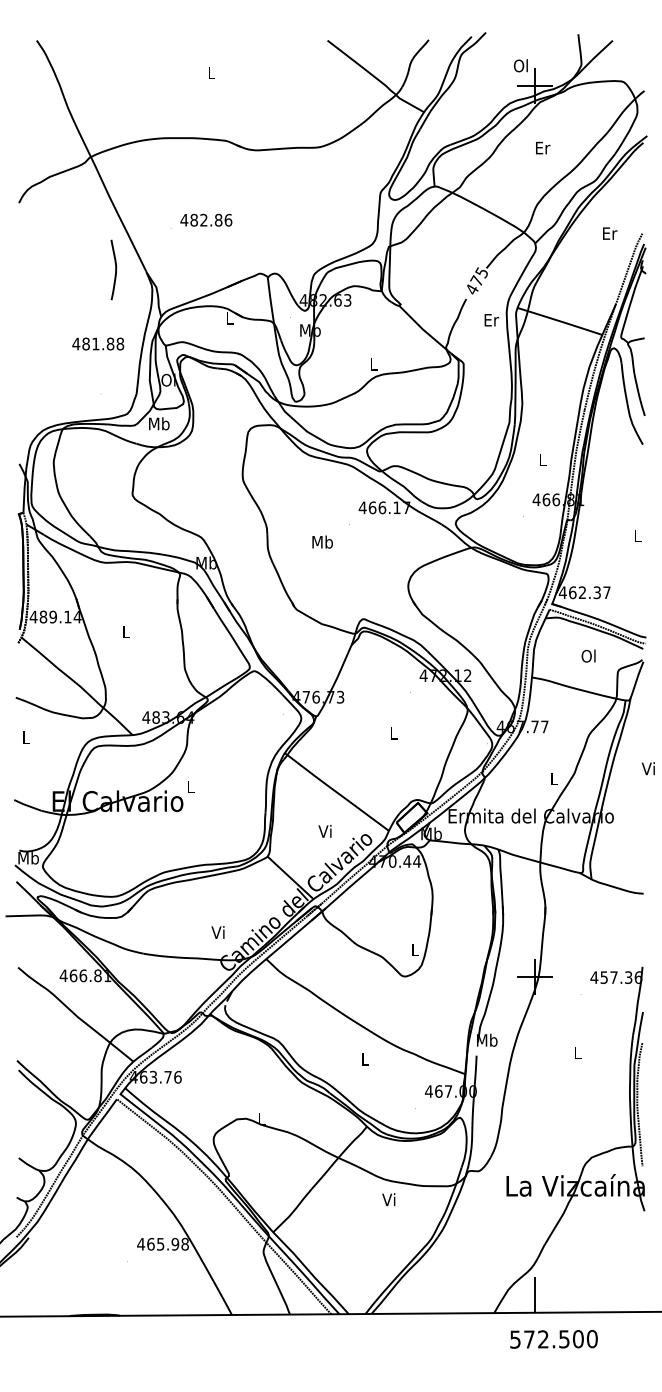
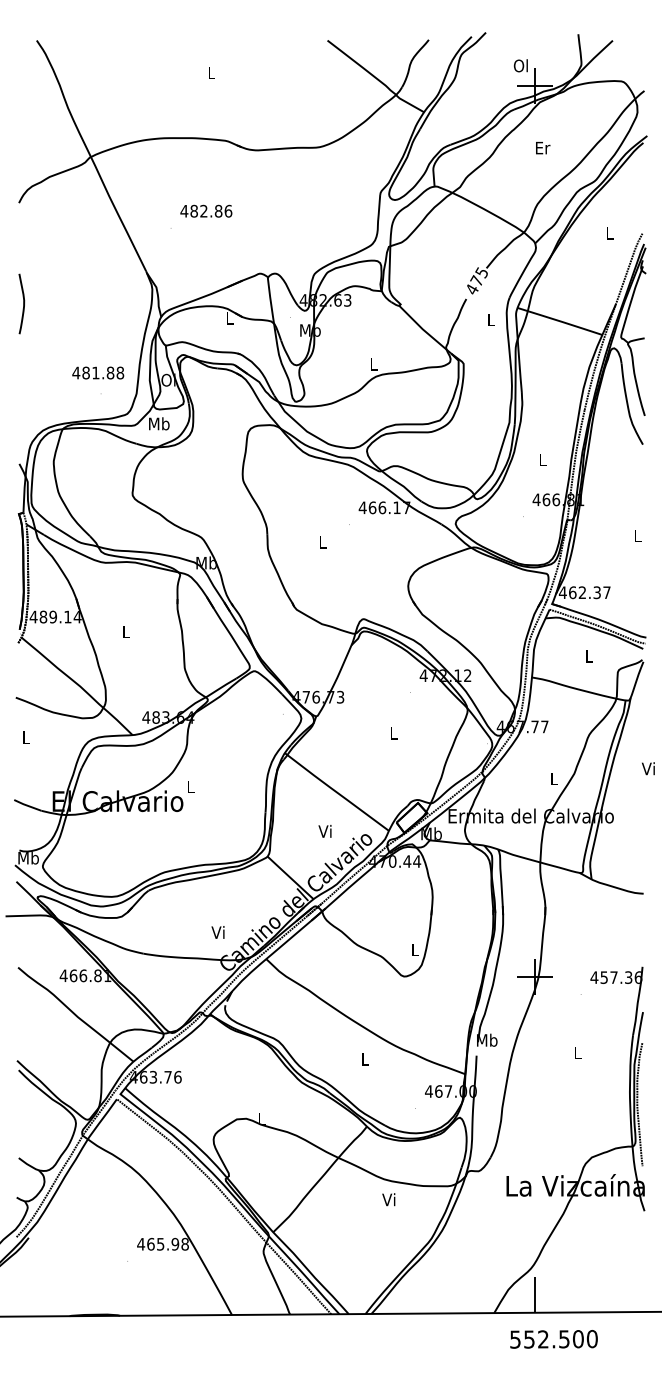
text at (206, 219) position: (206, 219) -> (206, 210)
text at (610, 233): Er -> L
curve at (115, 269) position: (115, 269) -> (23, 303)
text at (491, 320): Er -> L
text at (98, 343) position: (98, 343) -> (98, 372)
text at (322, 541): Mb -> L
text at (588, 655): Ol -> L
text at (529, 1339): 572.500 -> 552.500
